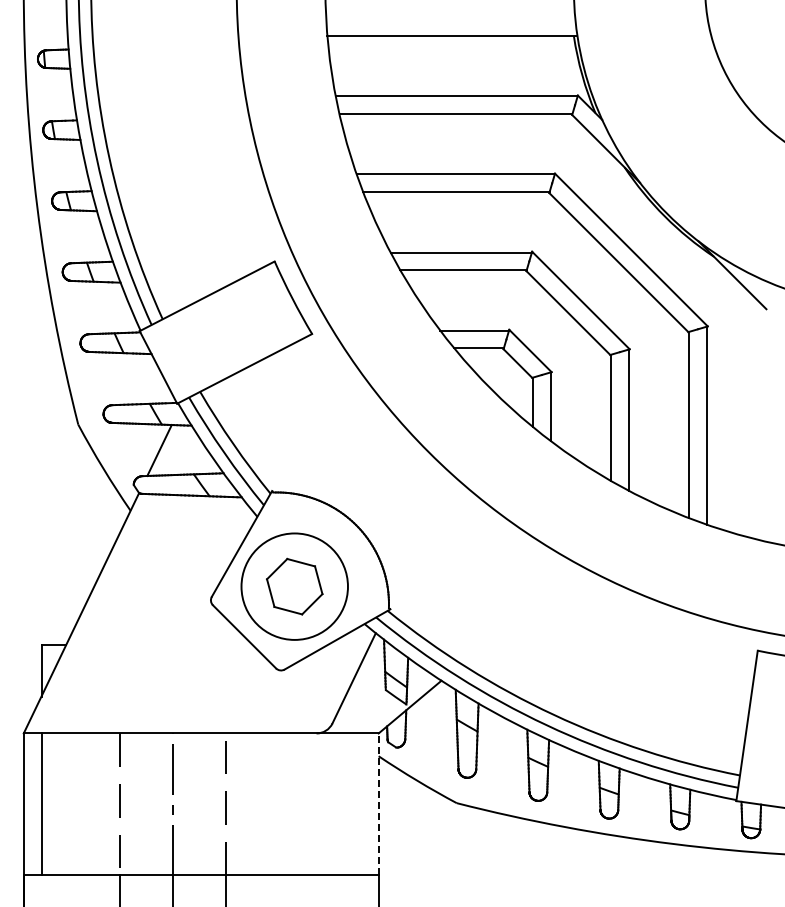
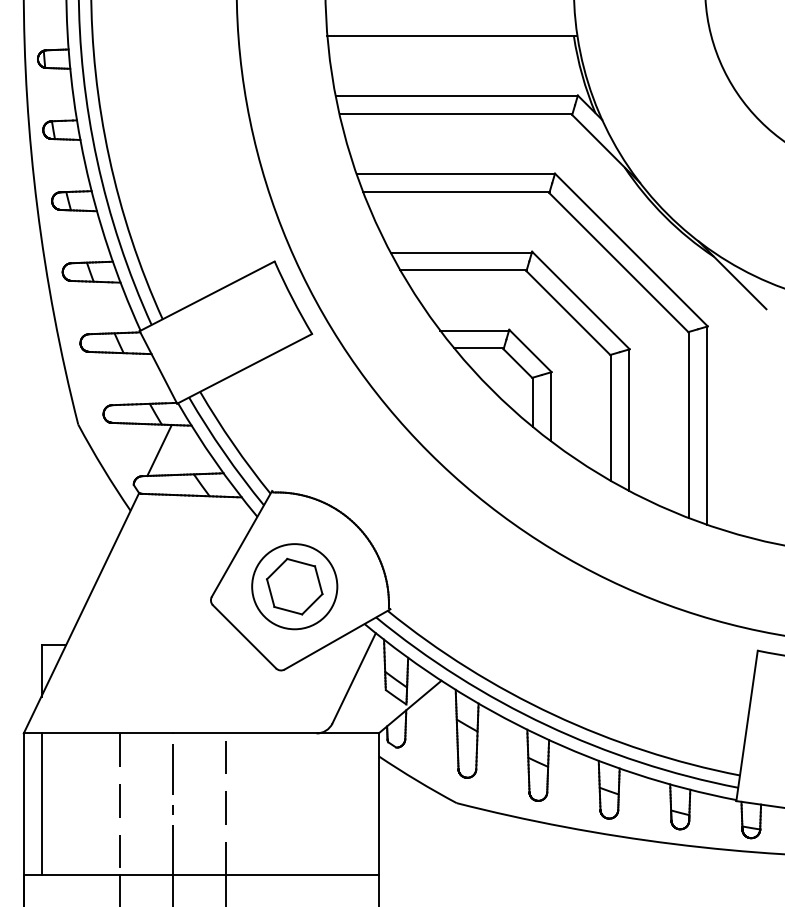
circle at (294, 586) diameter: 106 px -> 85 px
line at (378, 804): dashed -> solid
